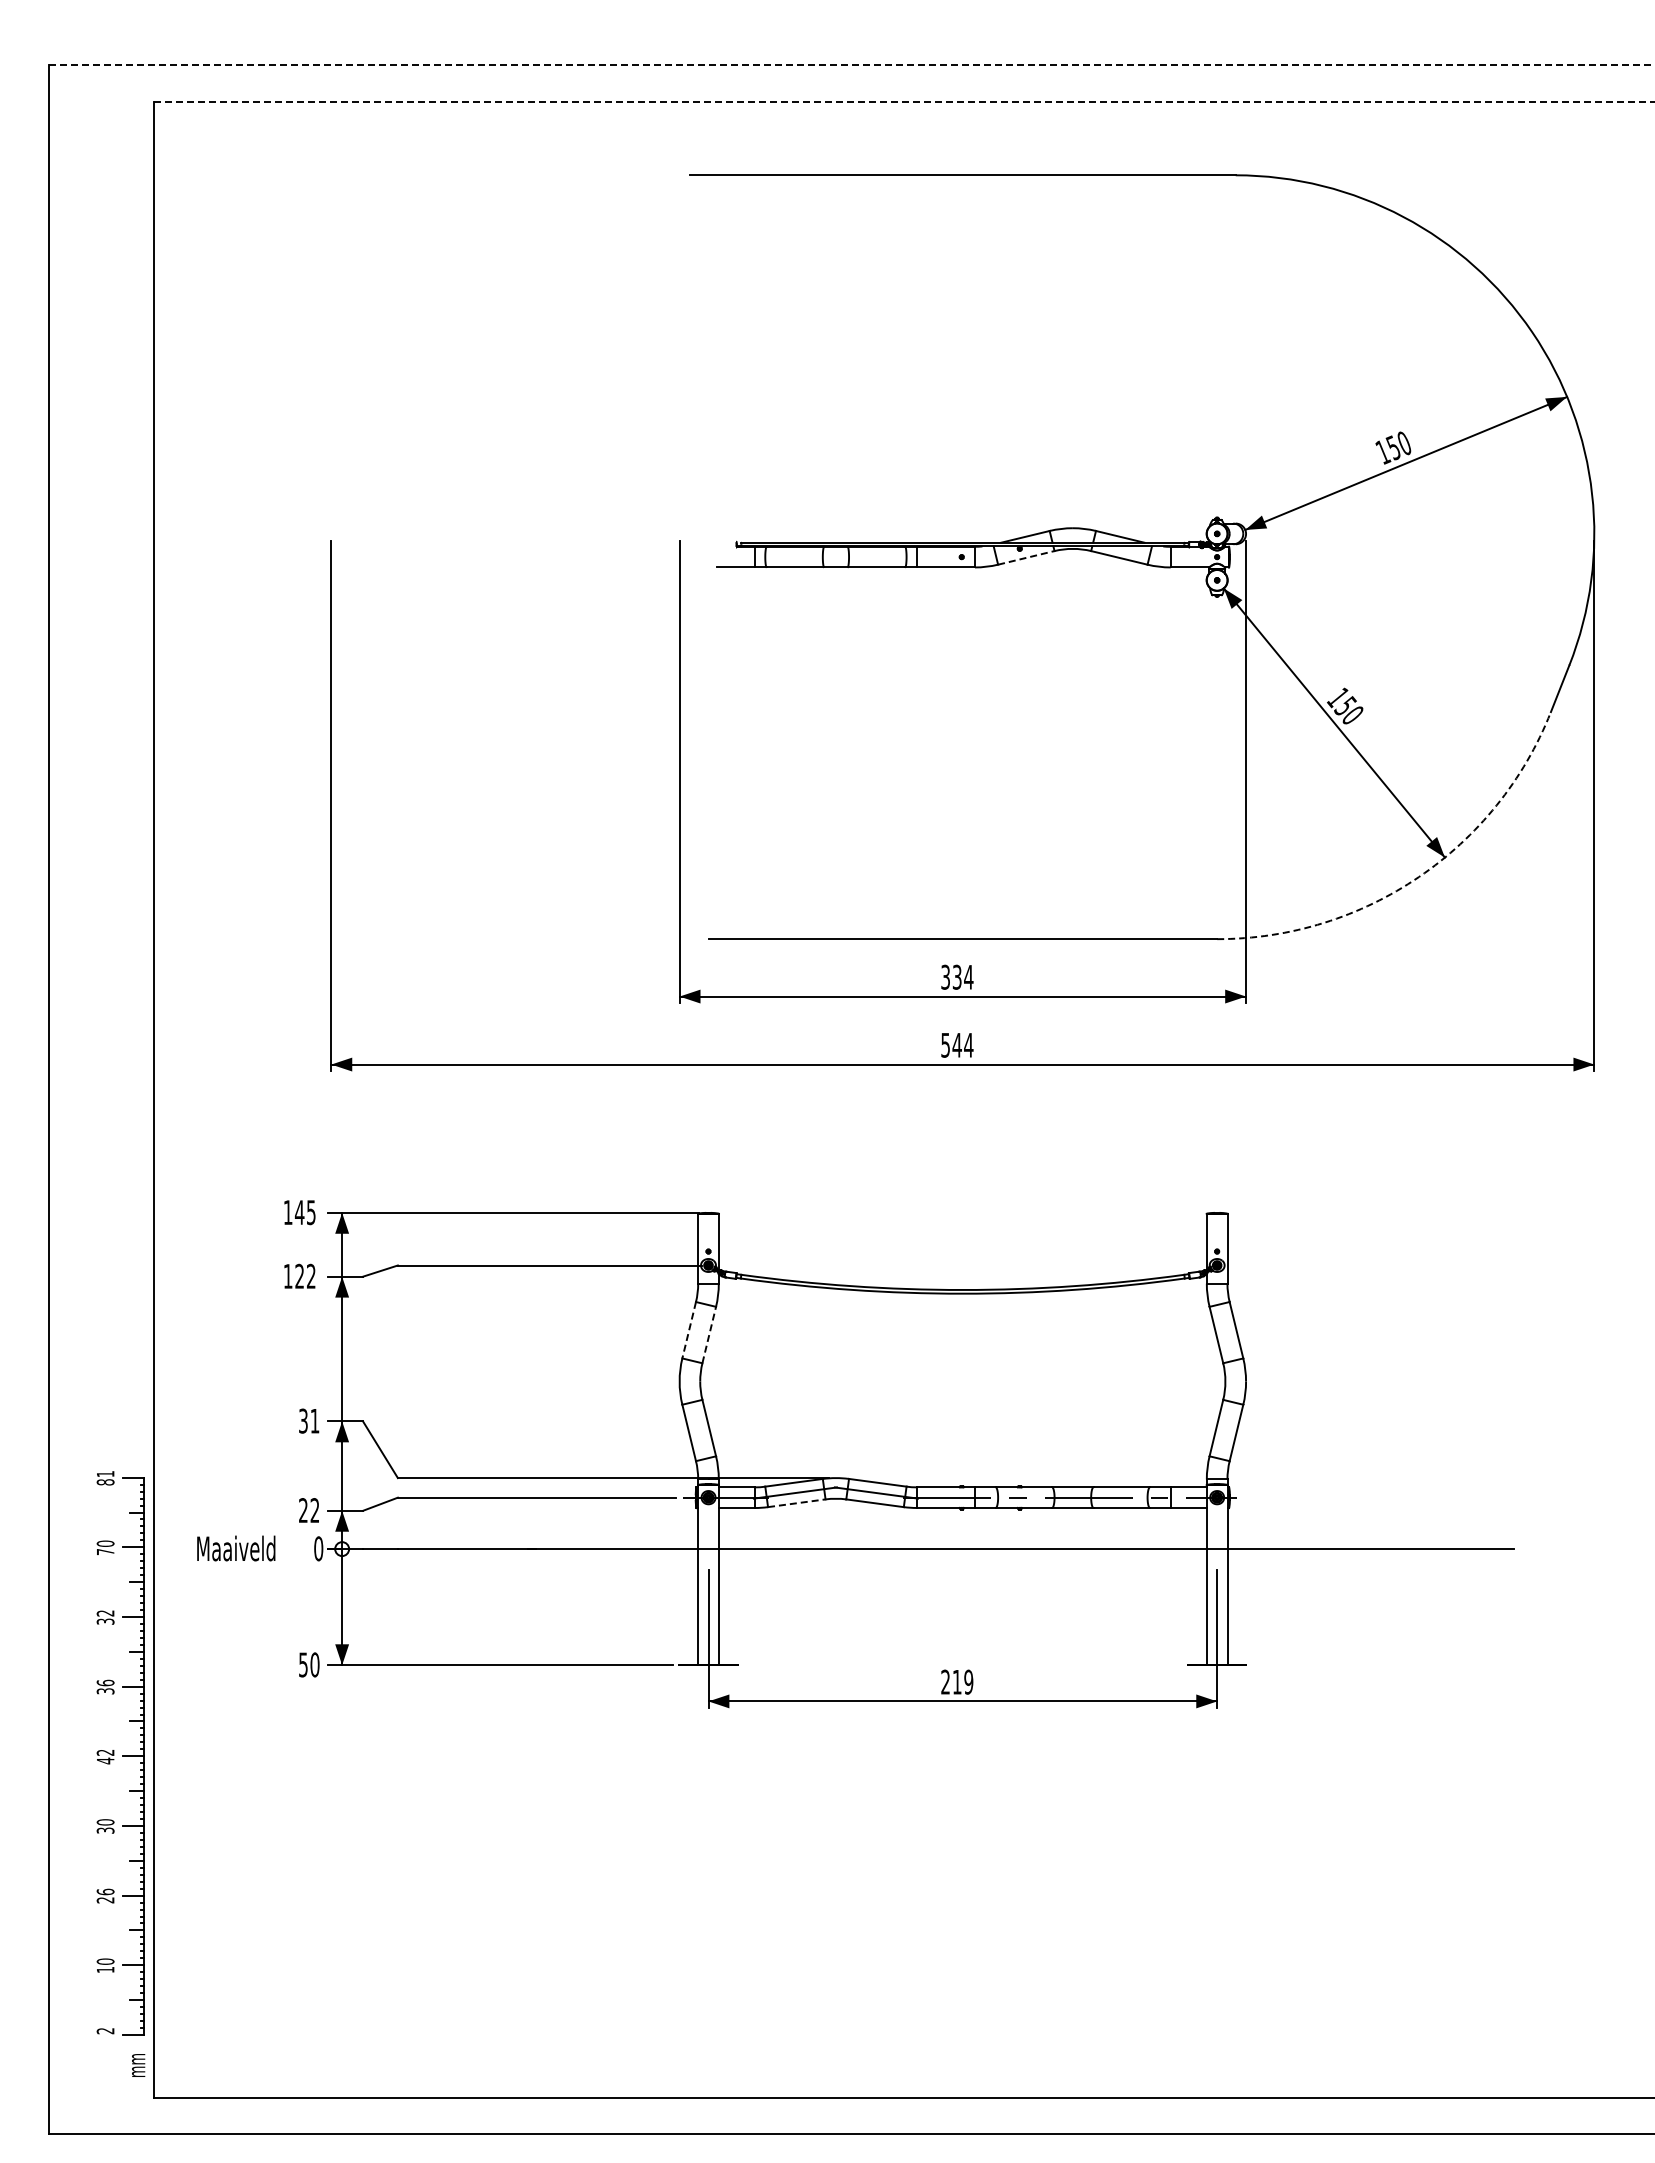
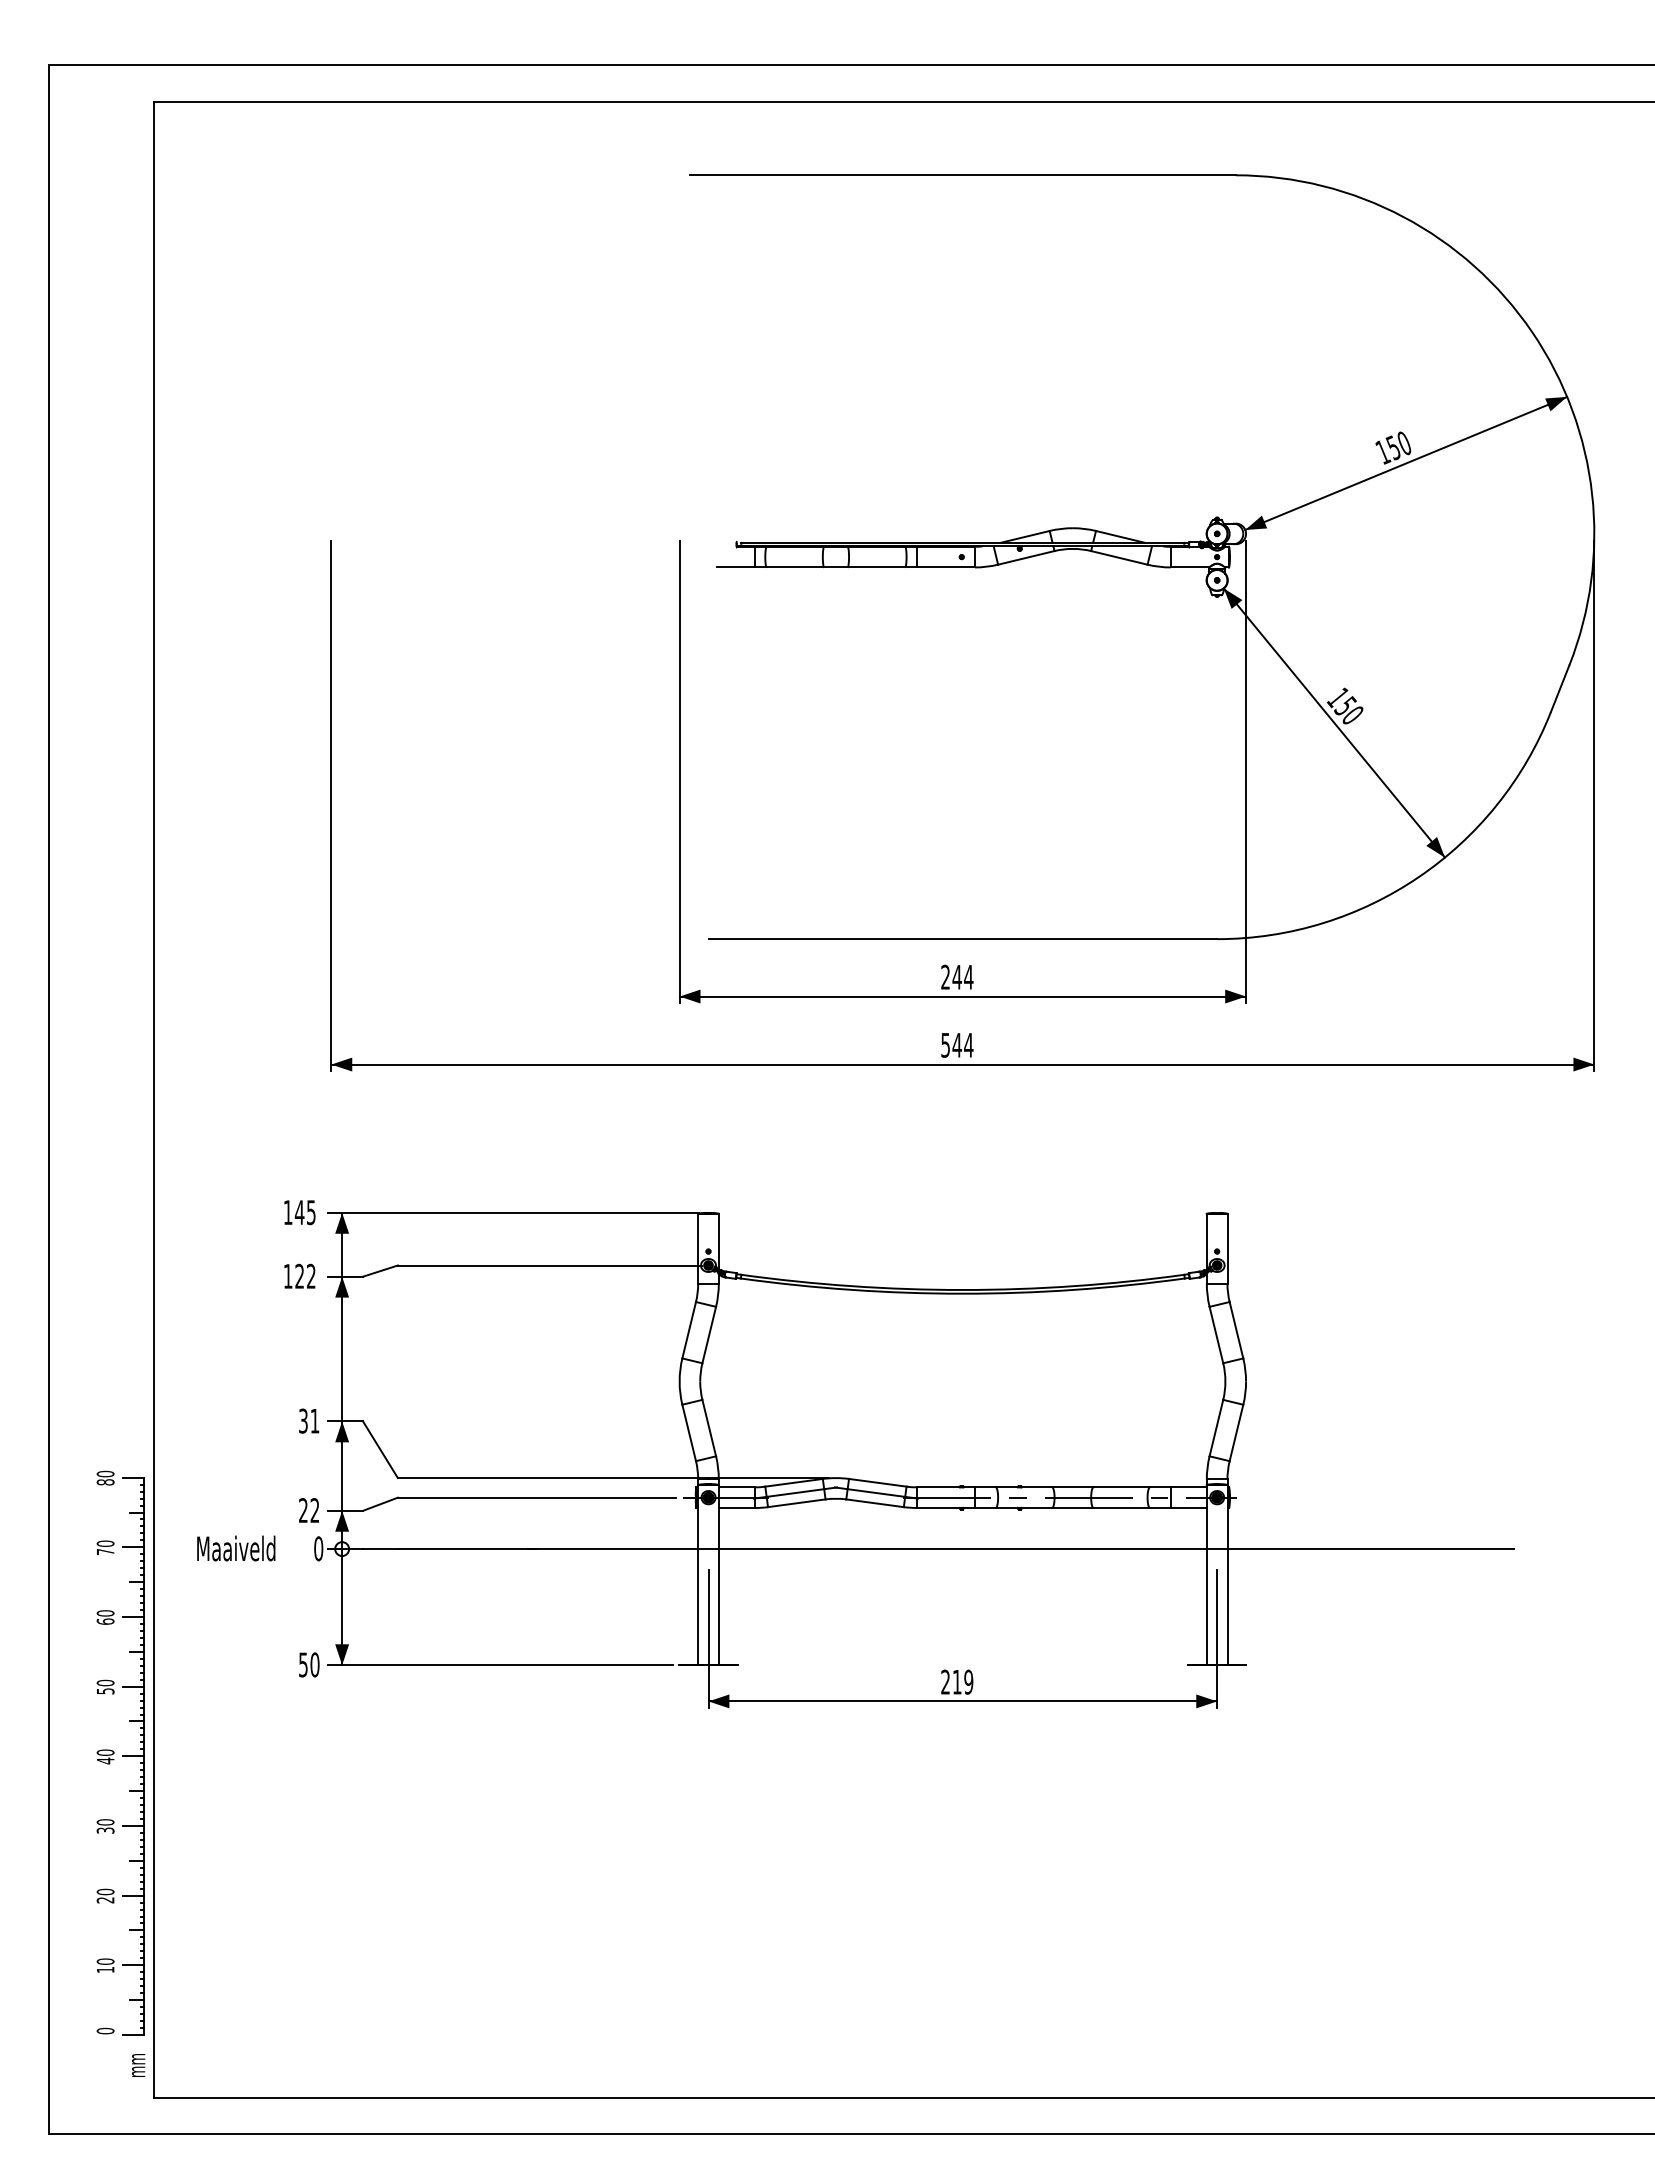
line at (852, 64): dashed -> solid
line at (904, 101): dashed -> solid
line at (1026, 557): dashed -> solid
arc at (1419, 877): dashed -> solid
text at (951, 976): 334 -> 244
line at (689, 1330): dashed -> solid
line at (709, 1334): dashed -> solid
text at (105, 1473): 81 -> 80
line at (797, 1503): dashed -> solid
text at (105, 1617): 32 -> 60
text at (104, 1686): 36 -> 50
text at (105, 1752): 42 -> 40
text at (105, 1891): 26 -> 20
text at (105, 2030): 2 -> 0
